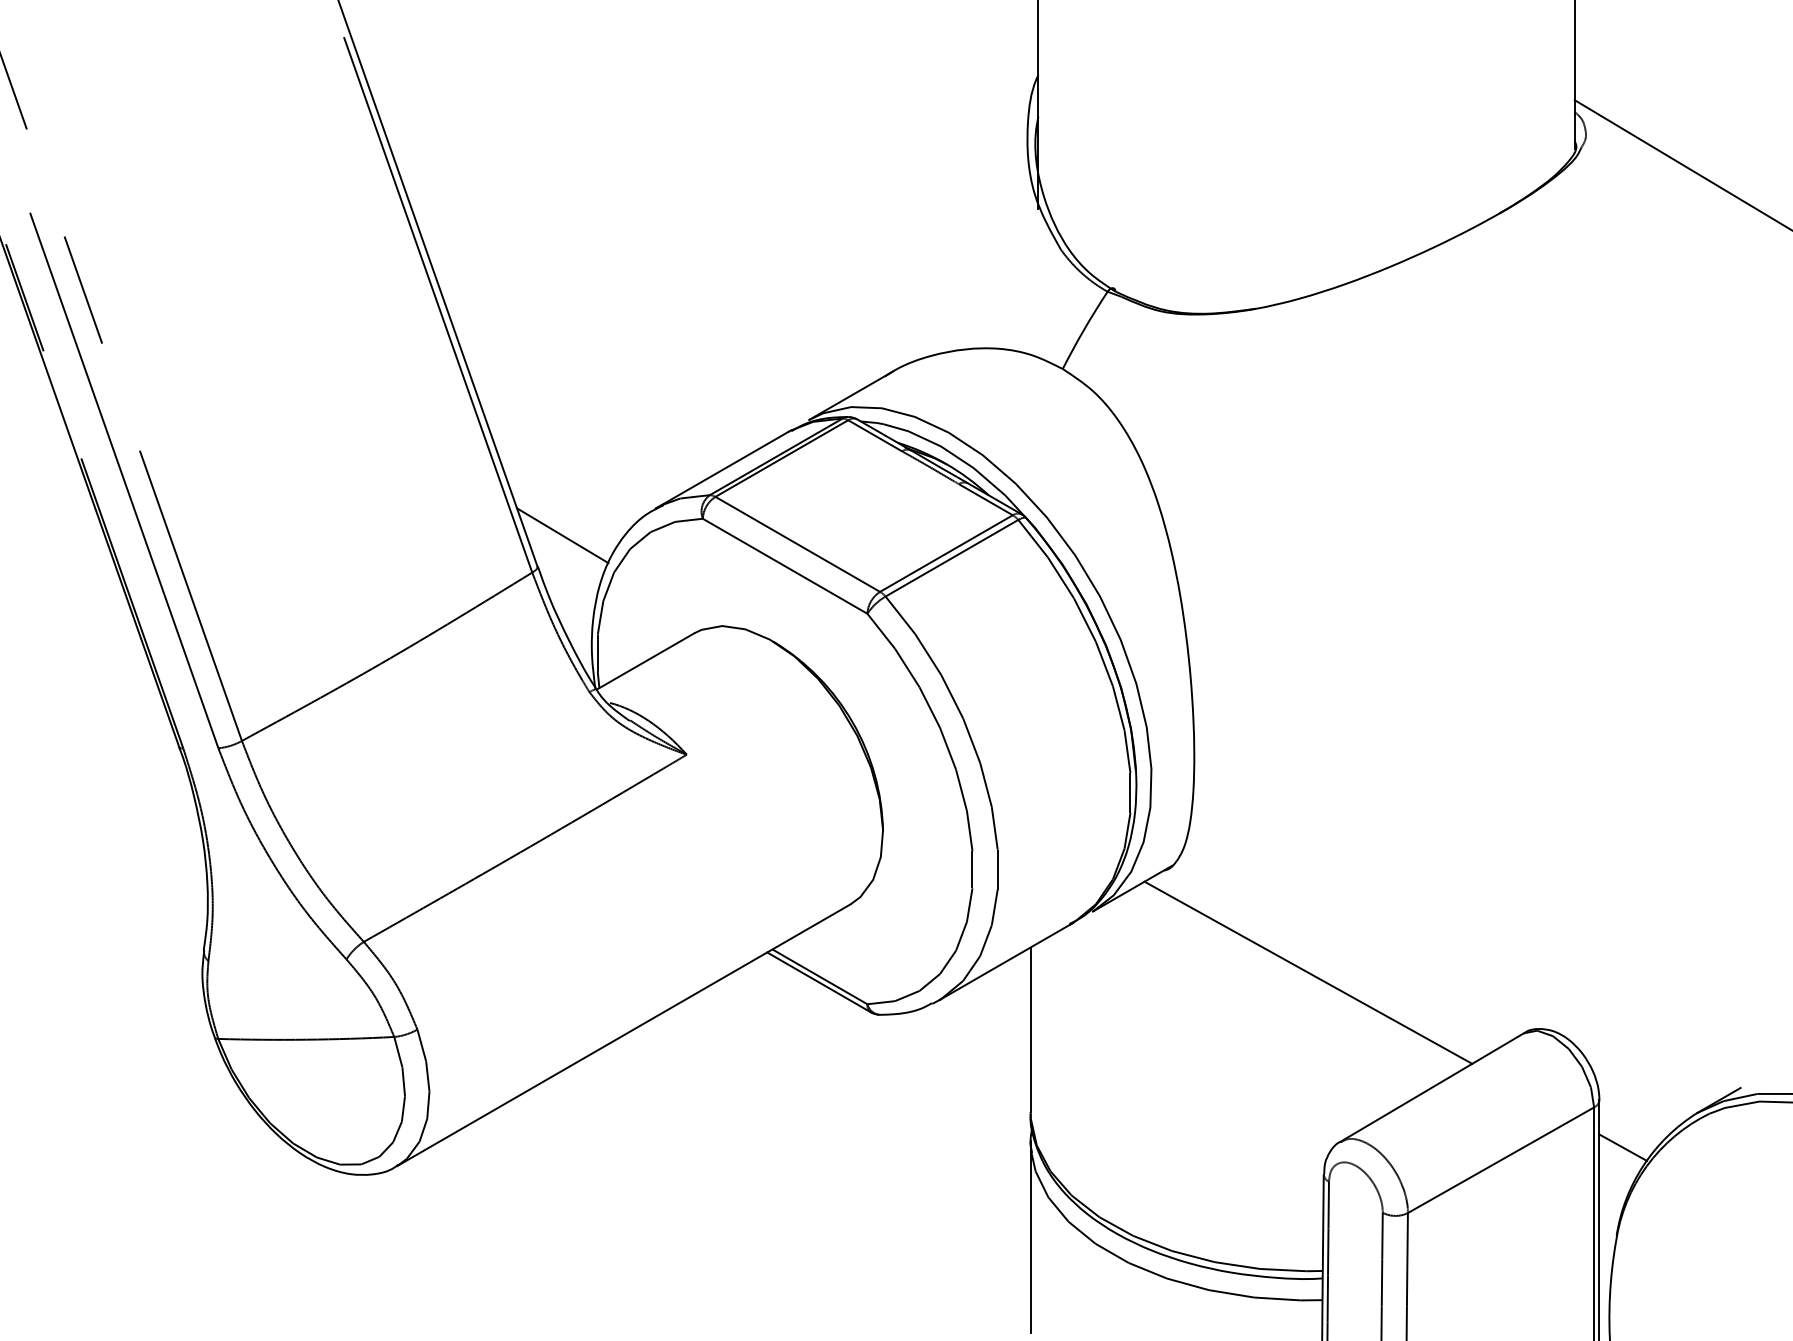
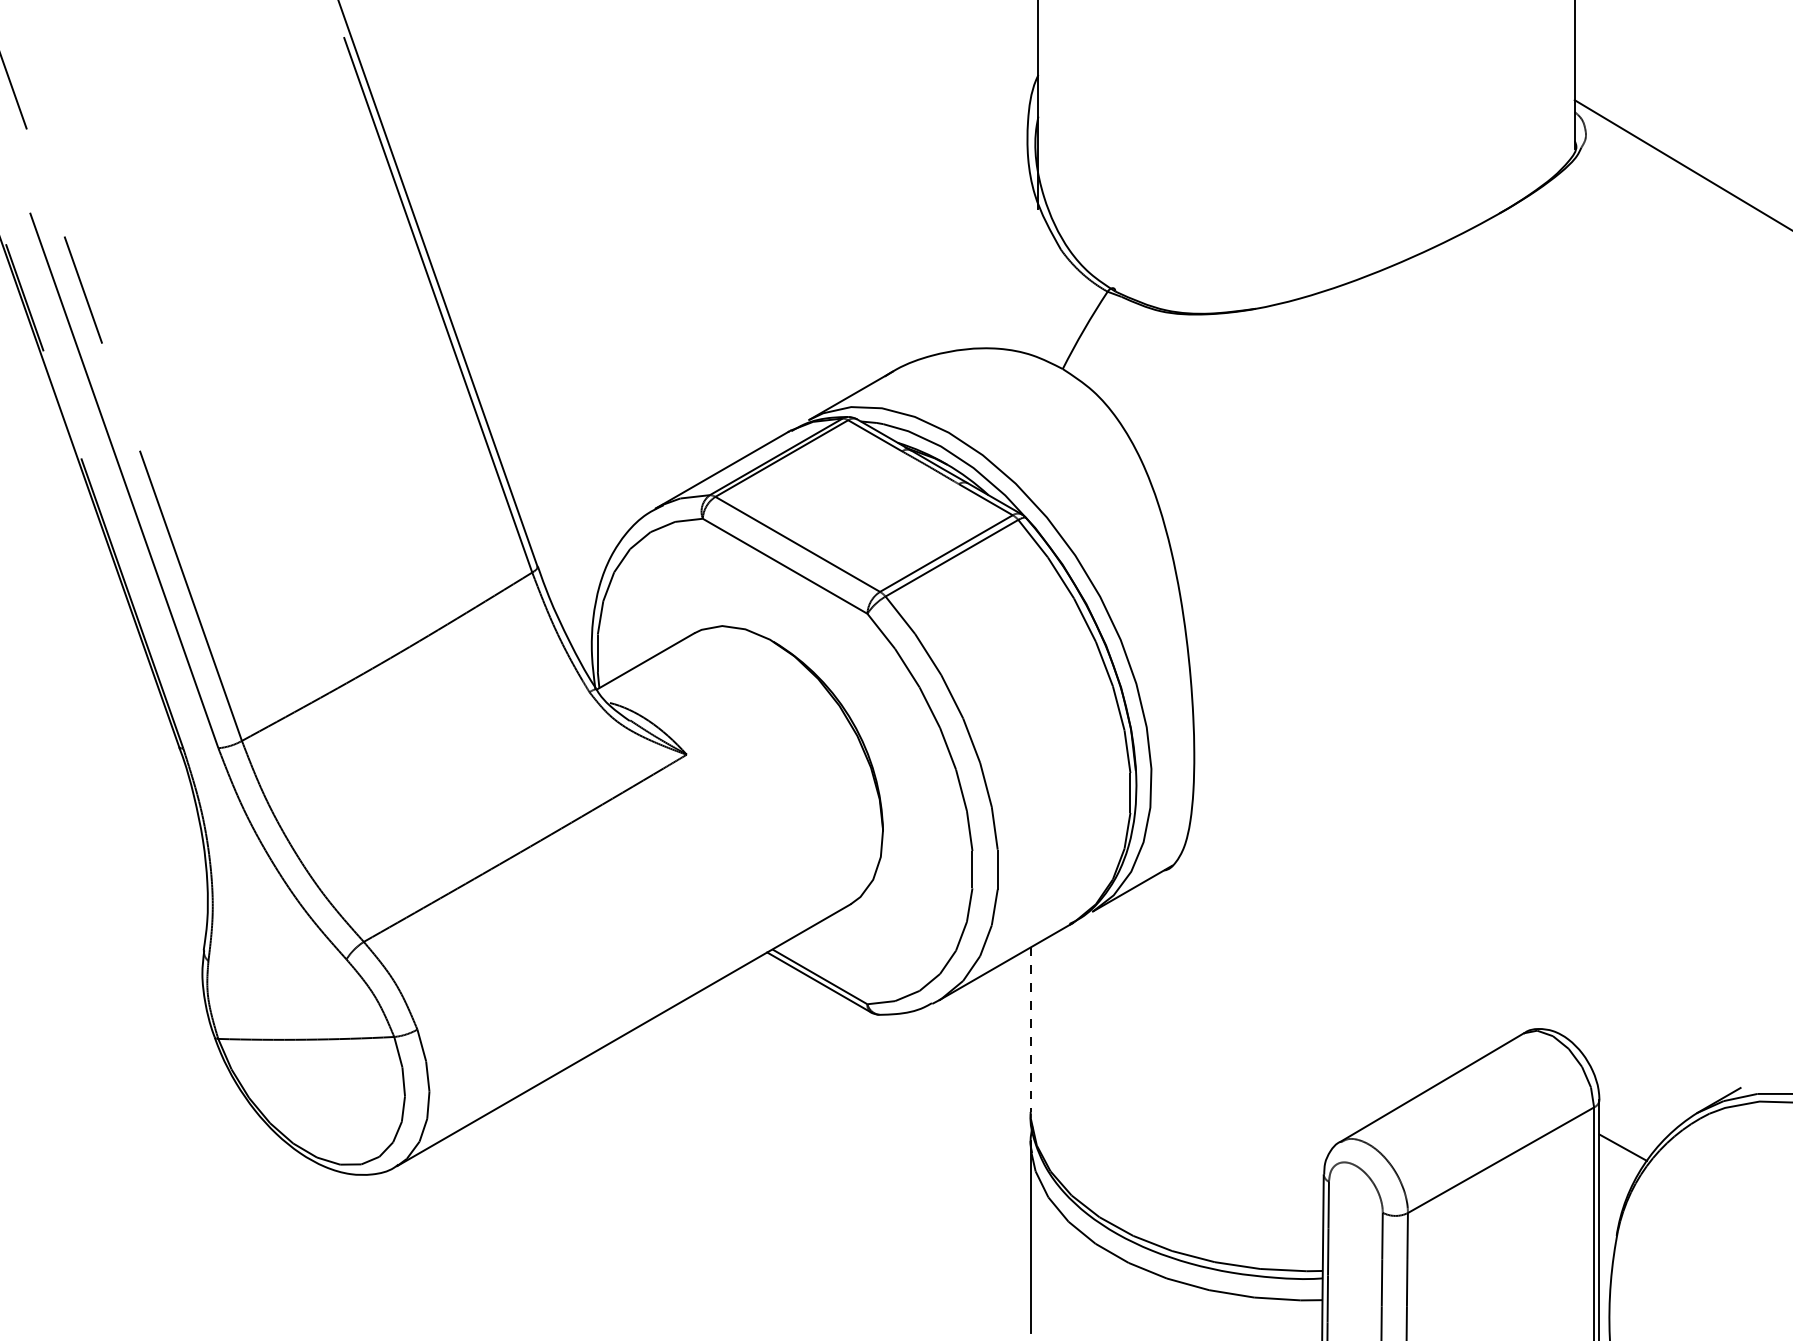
line at (562, 535): present -> none
line at (1308, 972): present -> none
line at (1030, 1030): solid -> dashed
